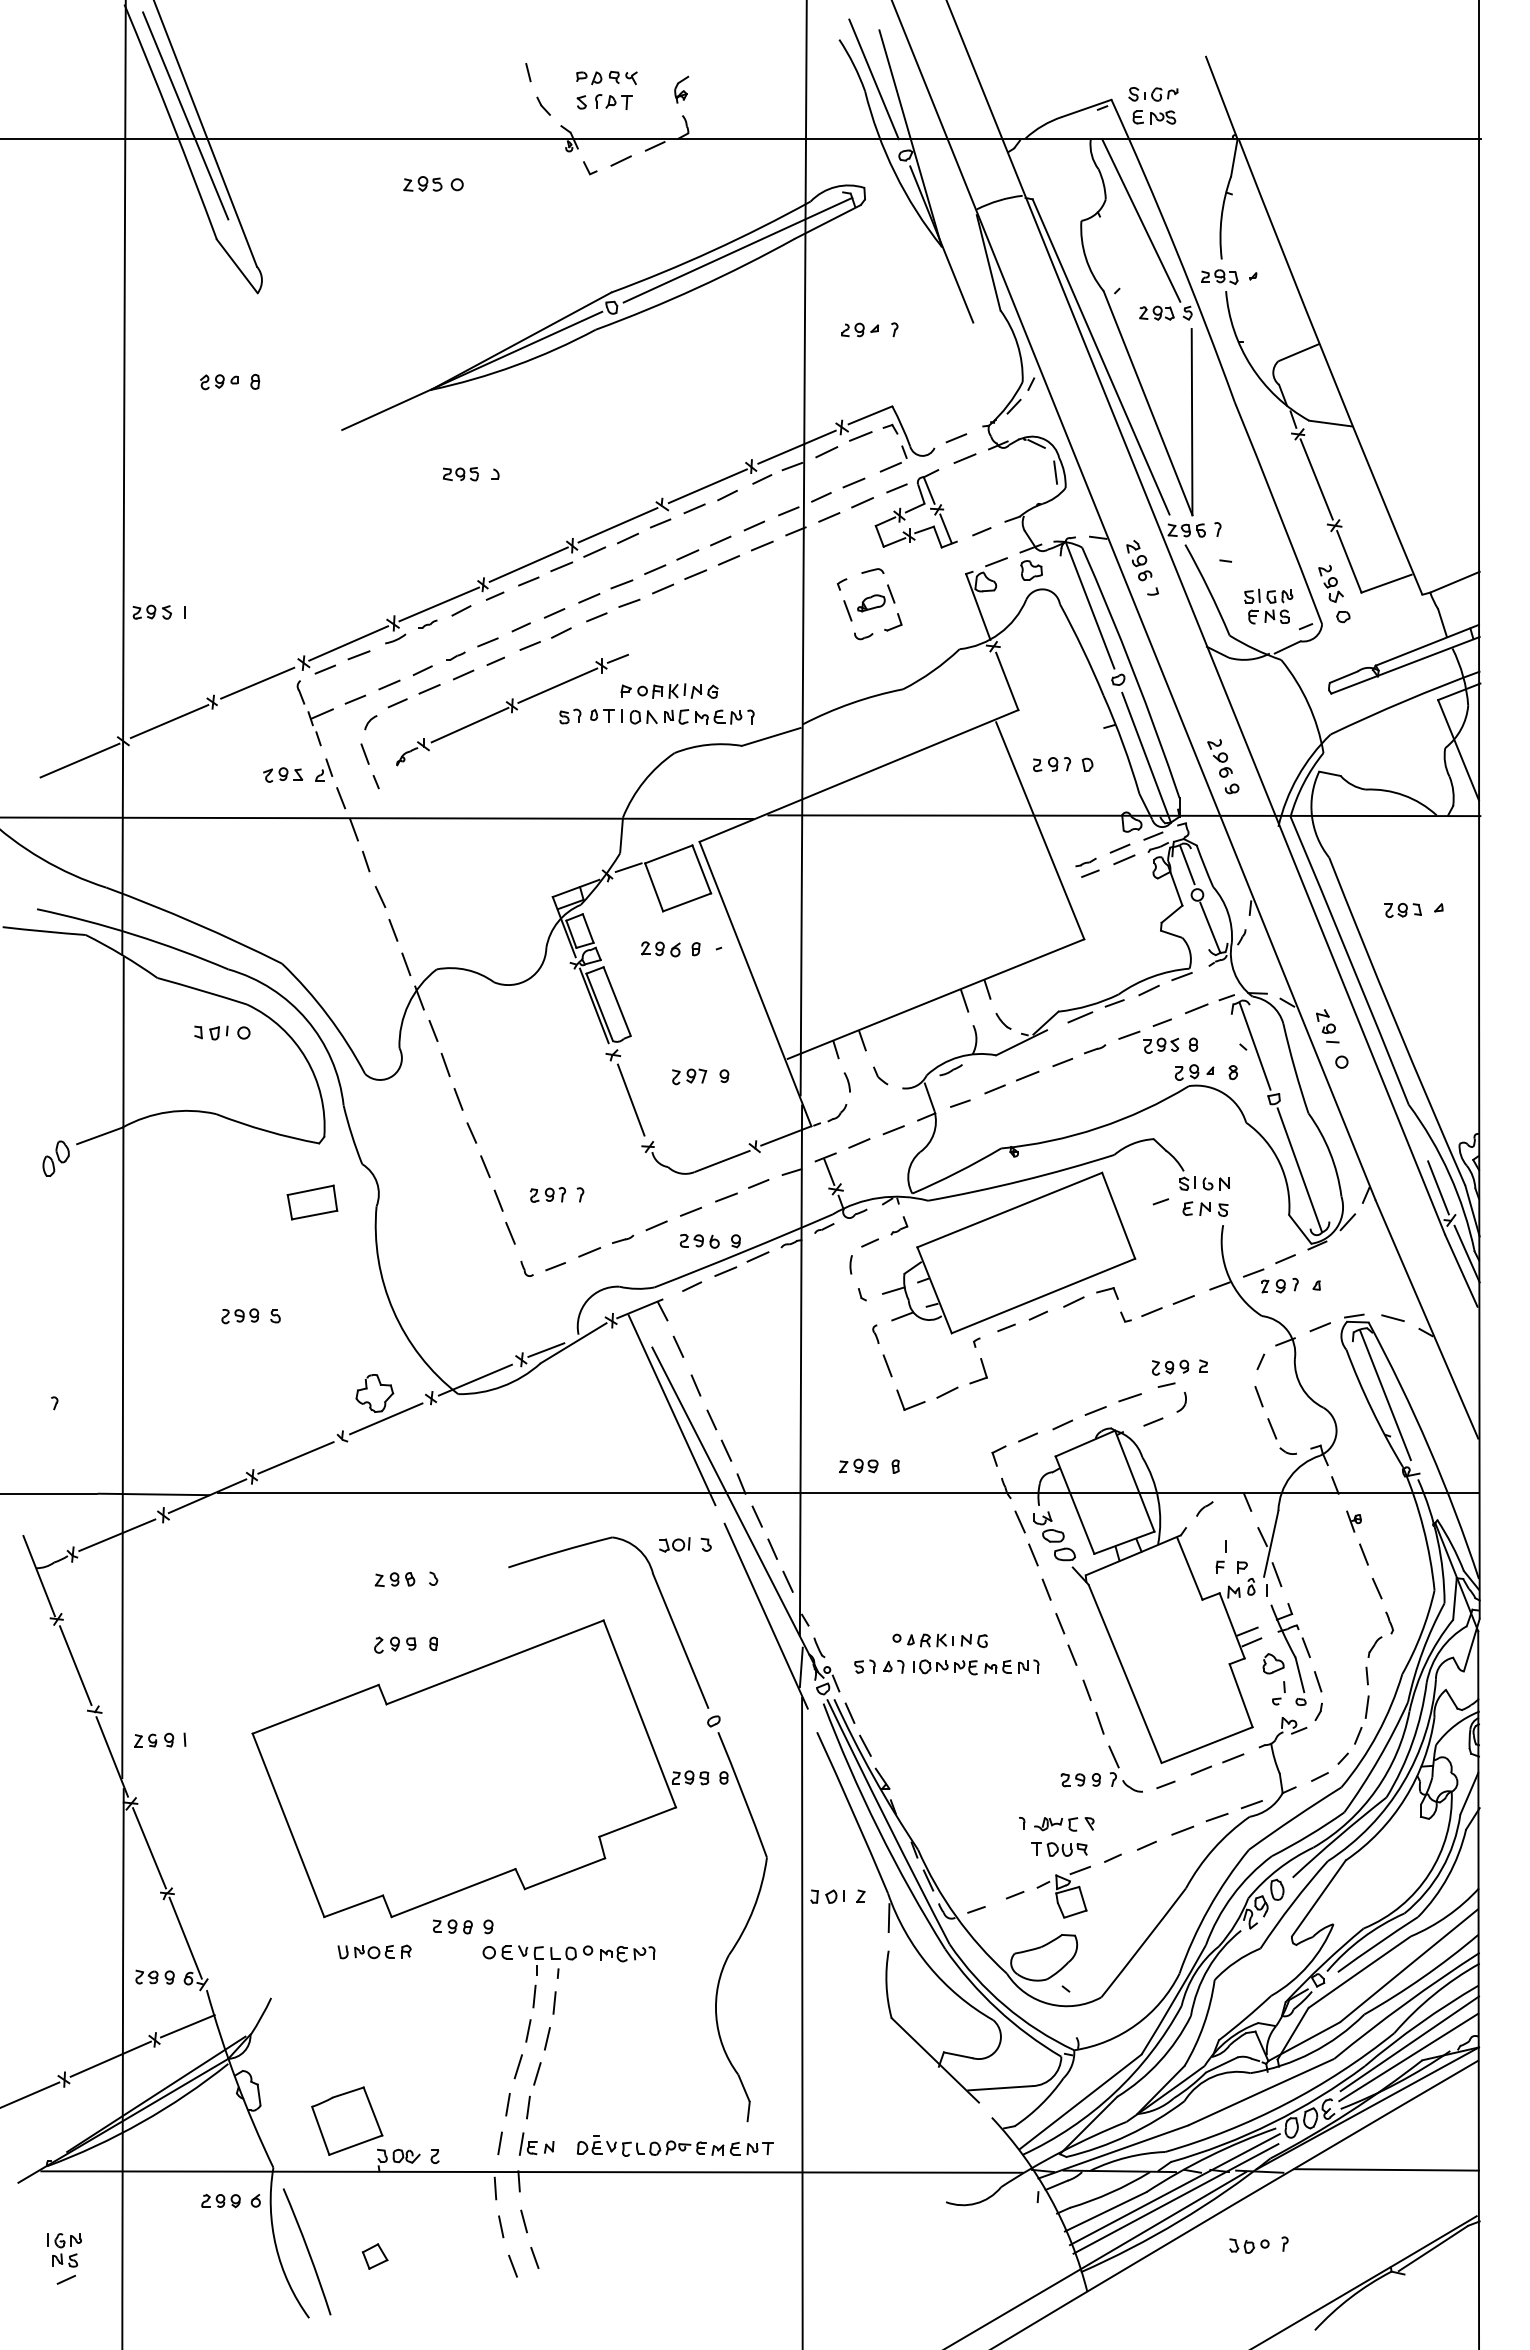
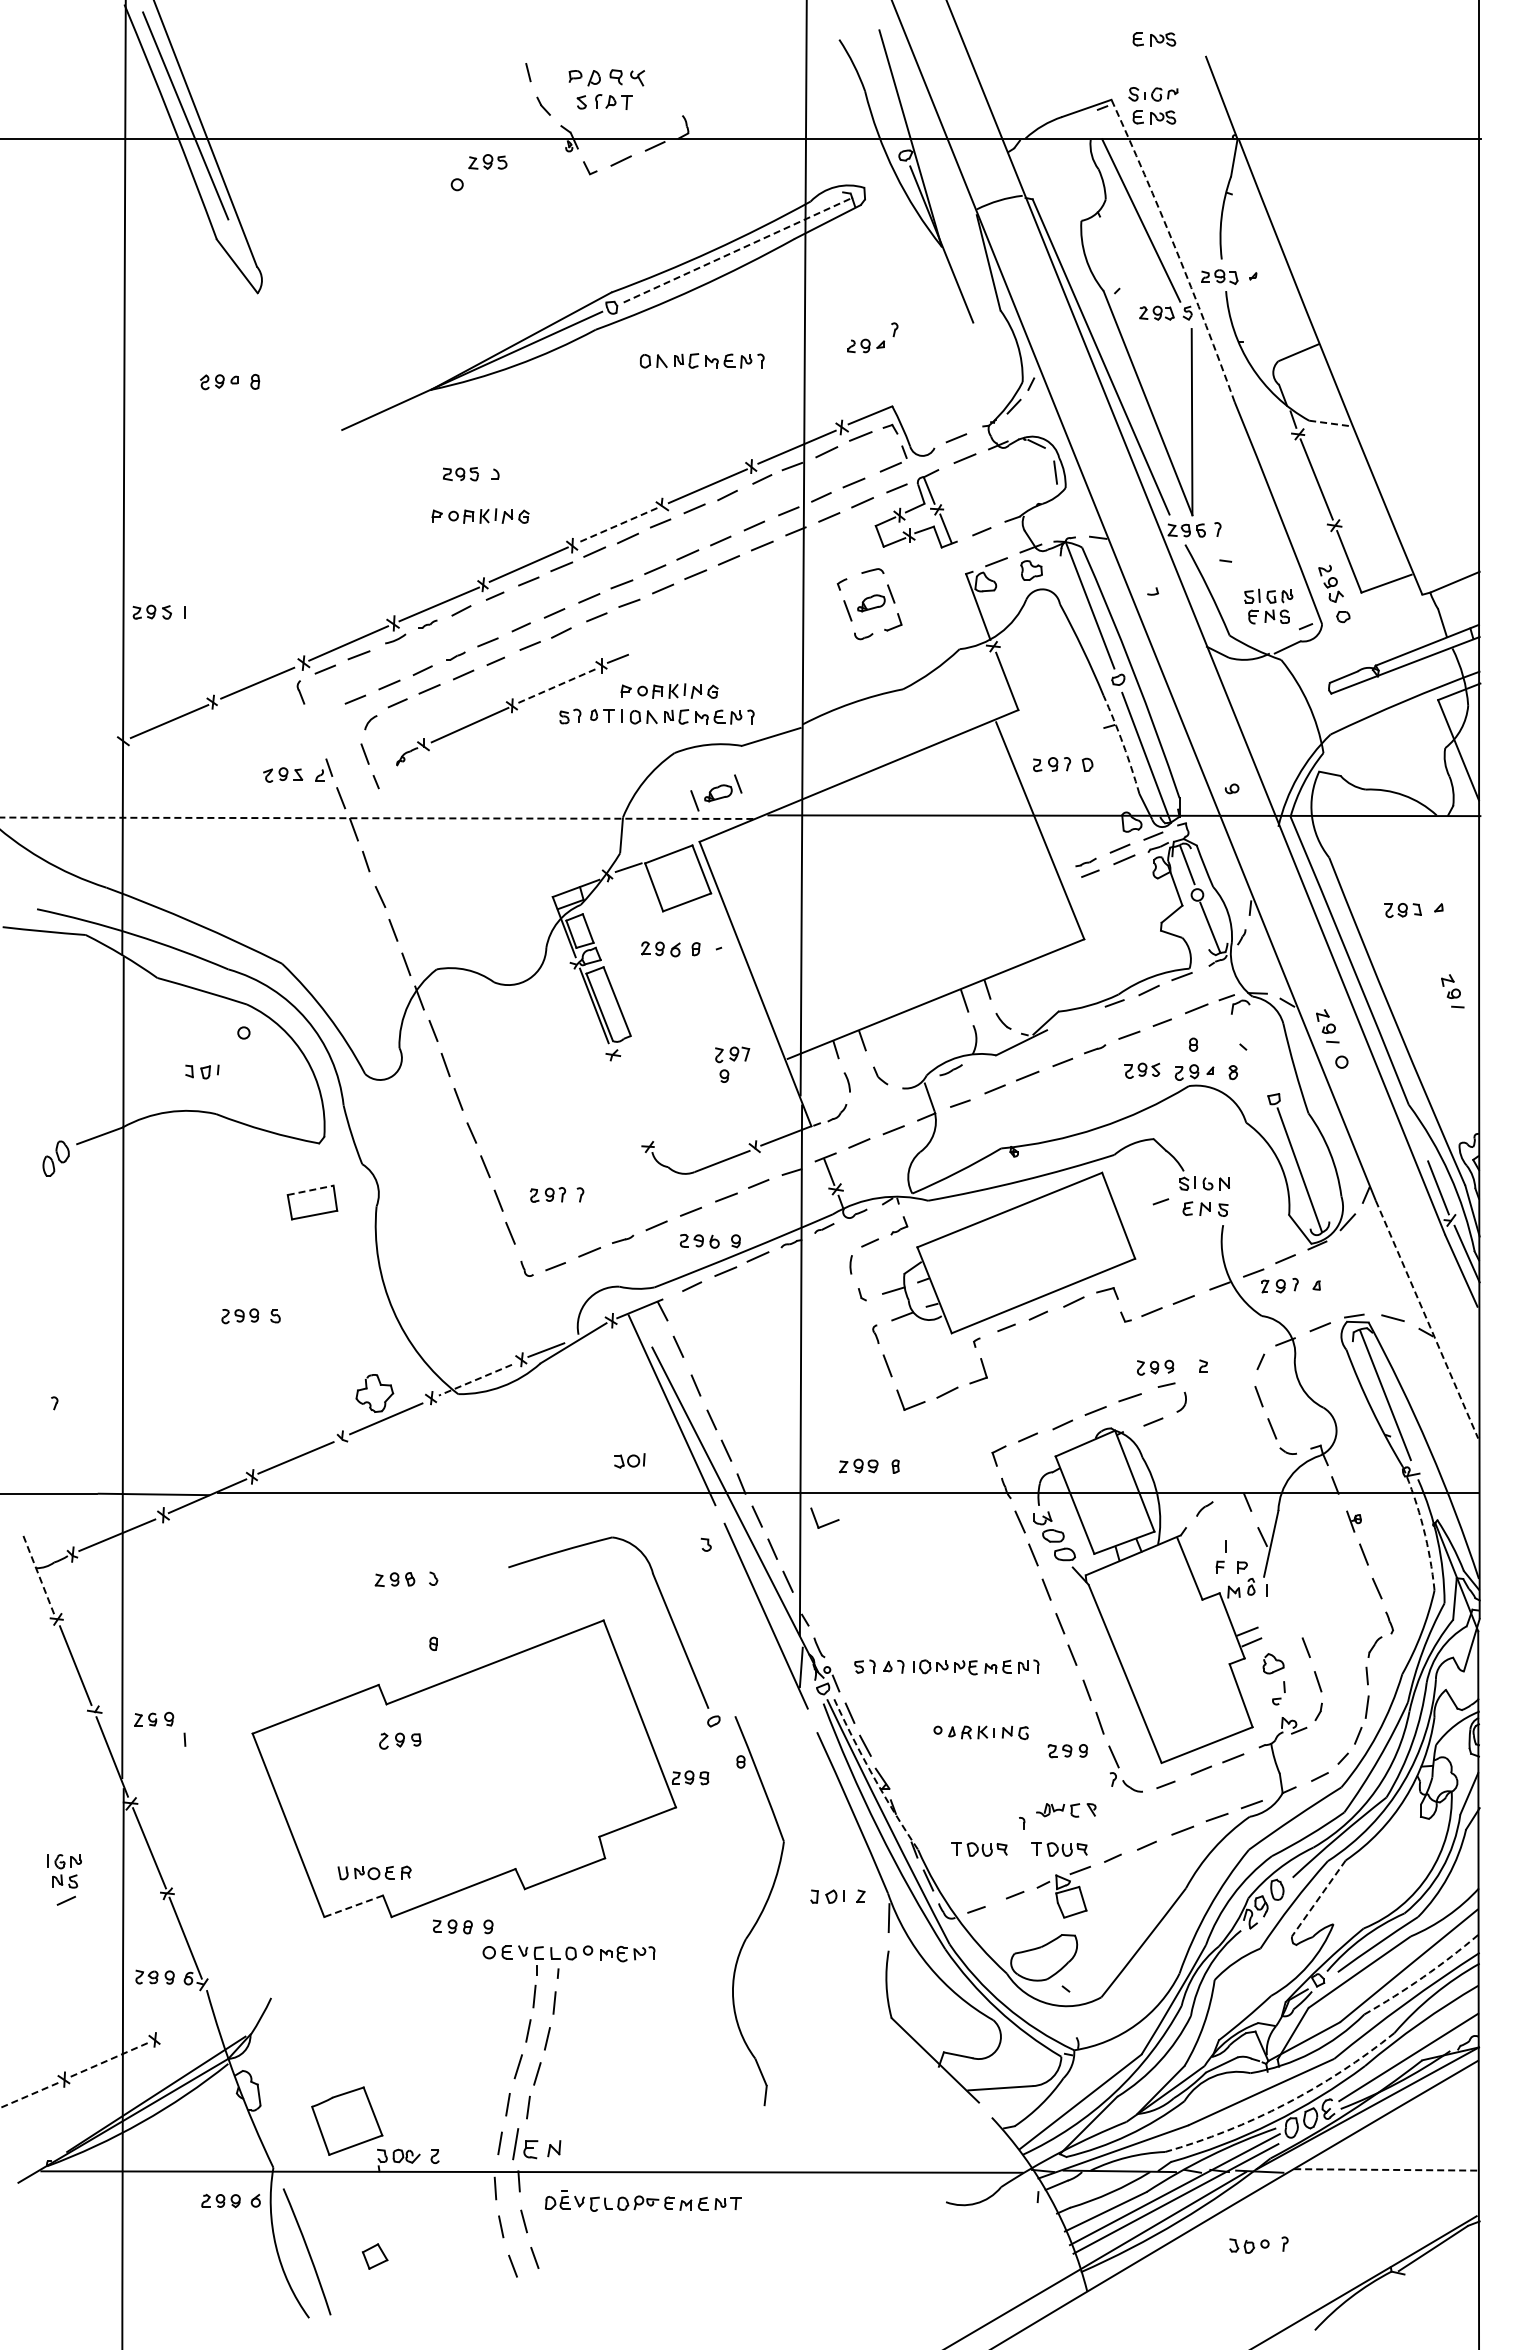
part at (1154, 39): none -> present
part at (606, 78) size: 62x15 px -> 78x18 px
line at (873, 79): present -> none
part at (681, 89): present -> none
part at (422, 183) position: (422, 183) -> (487, 161)
arc at (1176, 249): solid -> dashed
line at (737, 250): solid -> dashed
part at (860, 329) position: (860, 329) -> (866, 345)
part at (702, 360): none -> present
line at (1330, 423): solid -> dashed
part at (480, 515): none -> present
line at (617, 525): solid -> dashed
part at (1139, 560): present -> none
line at (557, 685): solid -> dashed
part at (320, 727): present -> none
arc at (1123, 744): solid -> dashed
part at (1219, 758): present -> none
line at (79, 760): present -> none
part at (716, 792): none -> present
line at (376, 818): solid -> dashed
part at (1452, 991): none -> present
line at (1080, 1017): present -> none
part at (211, 1032) position: (211, 1032) -> (202, 1071)
part at (1161, 1045) position: (1161, 1045) -> (1142, 1070)
line at (1254, 1046): present -> none
part at (689, 1076) position: (689, 1076) -> (732, 1054)
line at (630, 1099): present -> none
line at (311, 1190): solid -> dashed
line at (1427, 1320): solid -> dashed
part at (1170, 1367) position: (1170, 1367) -> (1155, 1367)
line at (475, 1380): solid -> dashed
part at (826, 1523): none -> present
arc at (1423, 1527): solid -> dashed
part at (674, 1544) position: (674, 1544) -> (629, 1460)
line at (1276, 1574): present -> none
line at (39, 1576): solid -> dashed
part at (939, 1640) position: (939, 1640) -> (980, 1732)
part at (395, 1644) position: (395, 1644) -> (400, 1740)
part at (1288, 1654): present -> none
part at (154, 1739) position: (154, 1739) -> (154, 1718)
arc at (873, 1776): solid -> dashed
part at (1080, 1780) position: (1080, 1780) -> (1067, 1751)
part at (1064, 1824) position: (1064, 1824) -> (1066, 1810)
part at (979, 1849): none -> present
line at (1318, 1898): solid -> dashed
line at (353, 1906): solid -> dashed
part at (741, 1927) position: (741, 1927) -> (758, 1911)
part at (374, 1951) position: (374, 1951) -> (374, 1872)
arc at (1423, 1977): solid -> dashed
line at (802, 2021): present -> none
line at (187, 2026): present -> none
line at (1409, 2043): present -> none
line at (110, 2059): solid -> dashed
line at (30, 2095): solid -> dashed
arc at (1285, 2104): solid -> dashed
part at (536, 2143) size: 37x24 px -> 50x33 px
part at (675, 2145) position: (675, 2145) -> (643, 2200)
line at (1387, 2169): solid -> dashed
part at (64, 2258) position: (64, 2258) -> (64, 1879)
